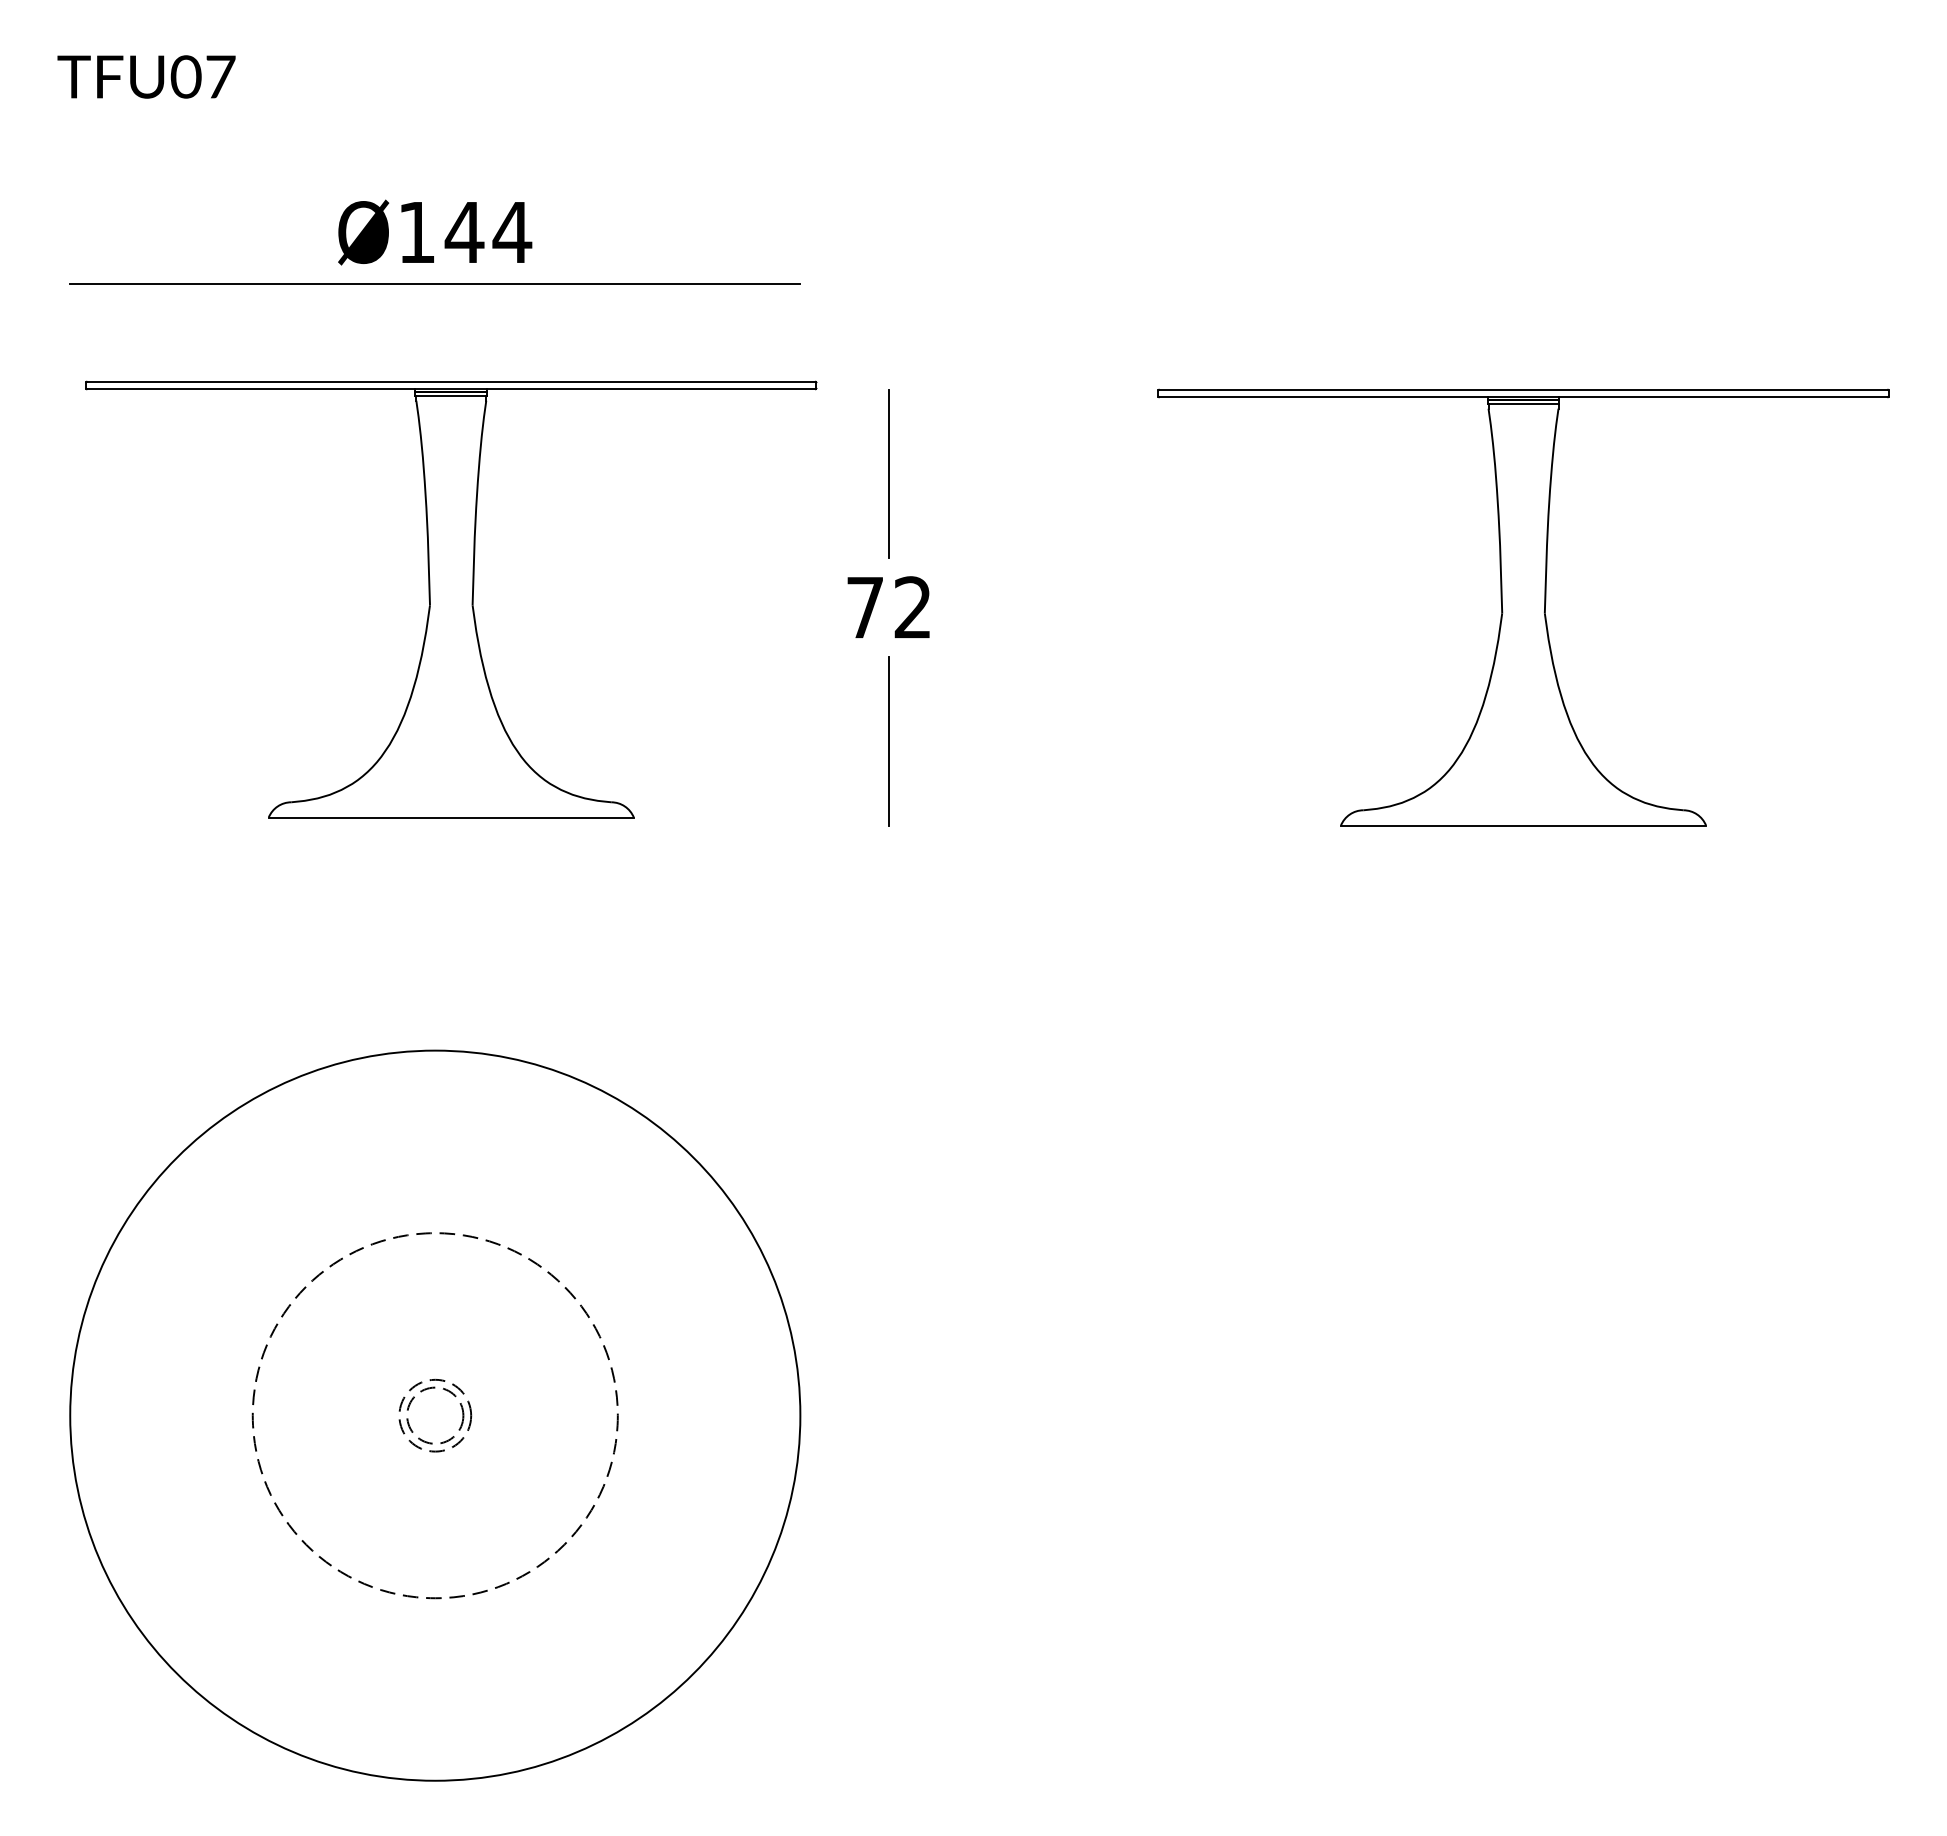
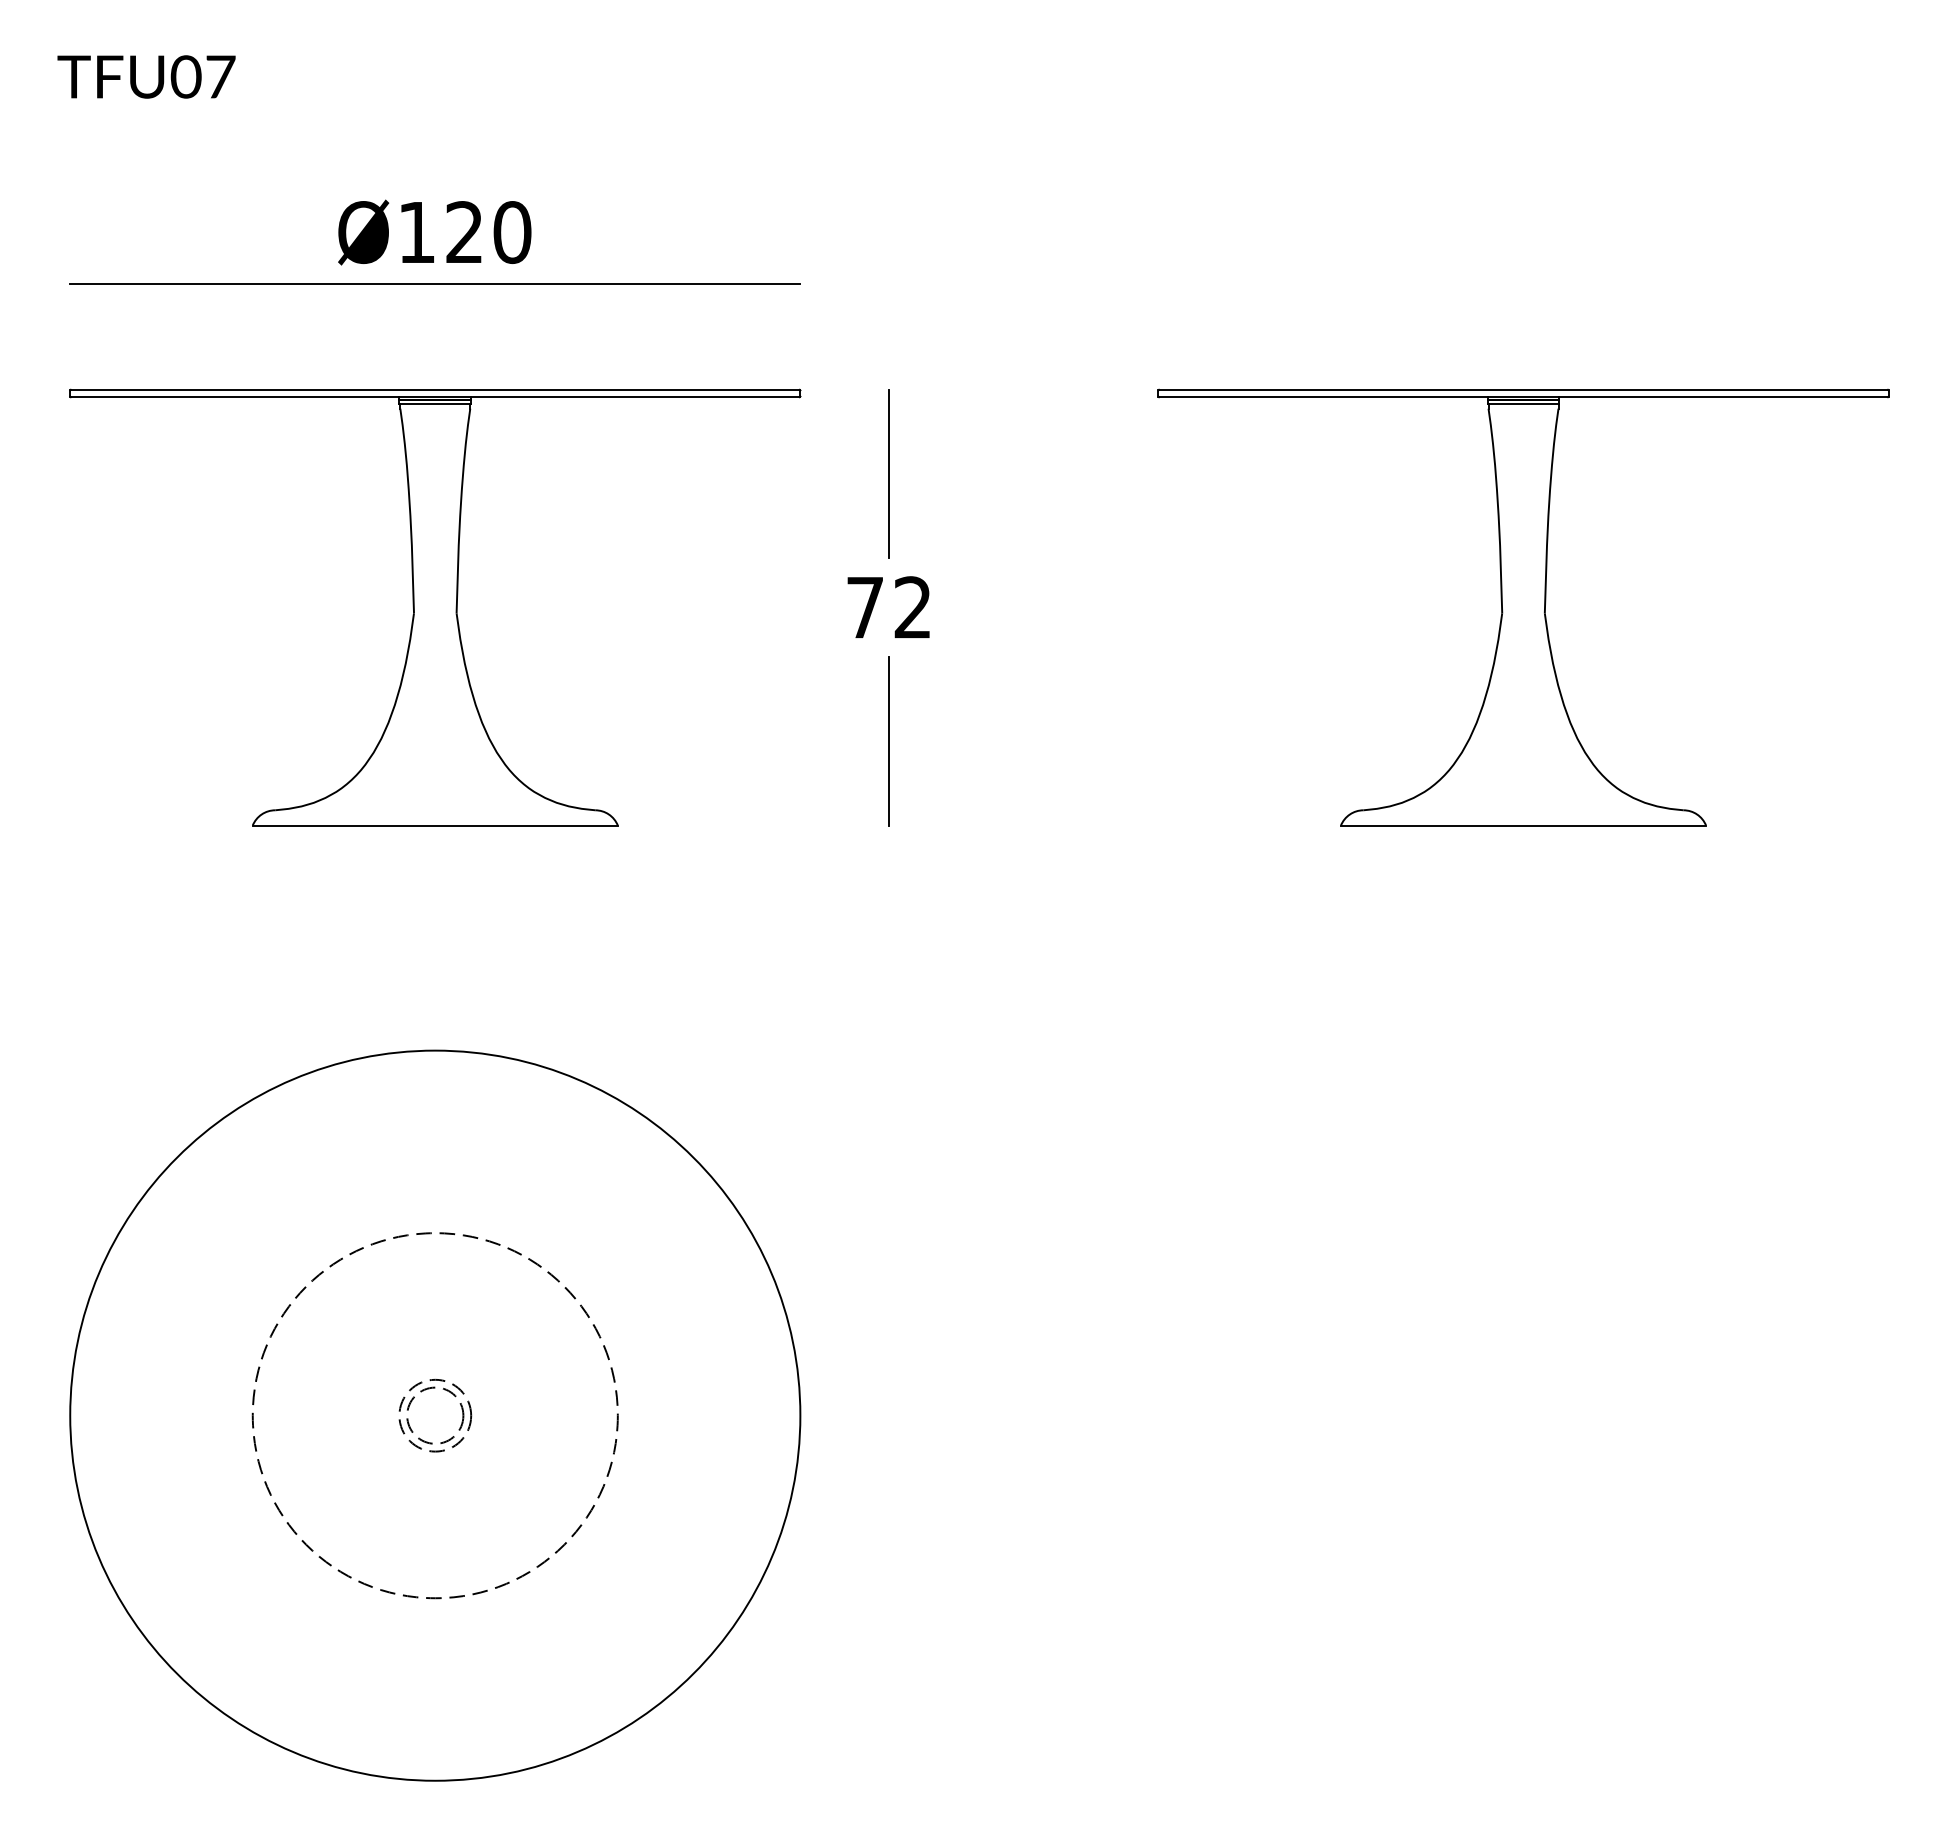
text at (488, 232): Ø144 -> Ø120
part at (451, 599) position: (451, 599) -> (435, 607)
